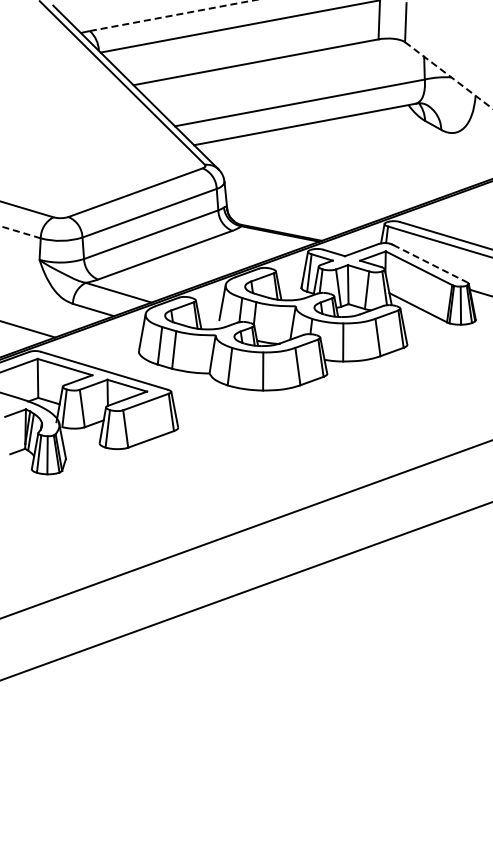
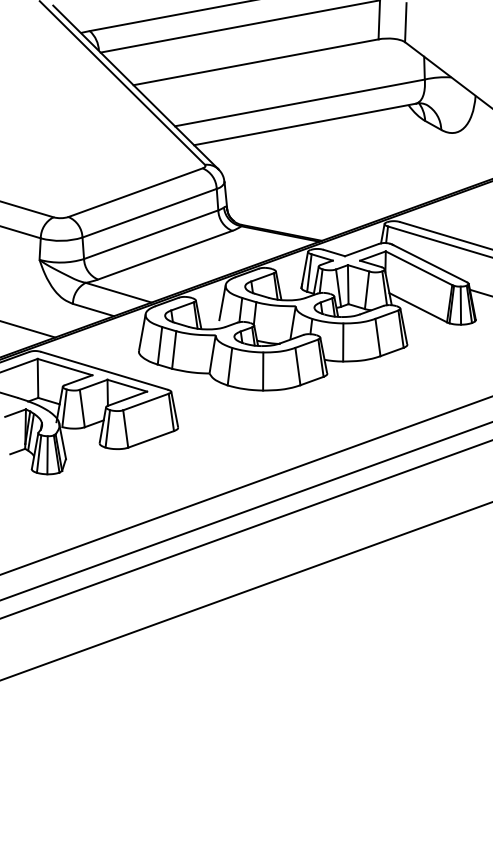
line at (173, 15): dashed -> solid
line at (449, 75): dashed -> solid
line at (20, 232): dashed -> solid
line at (430, 263): dashed -> solid
line at (245, 485): none -> present
line at (245, 511): none -> present
